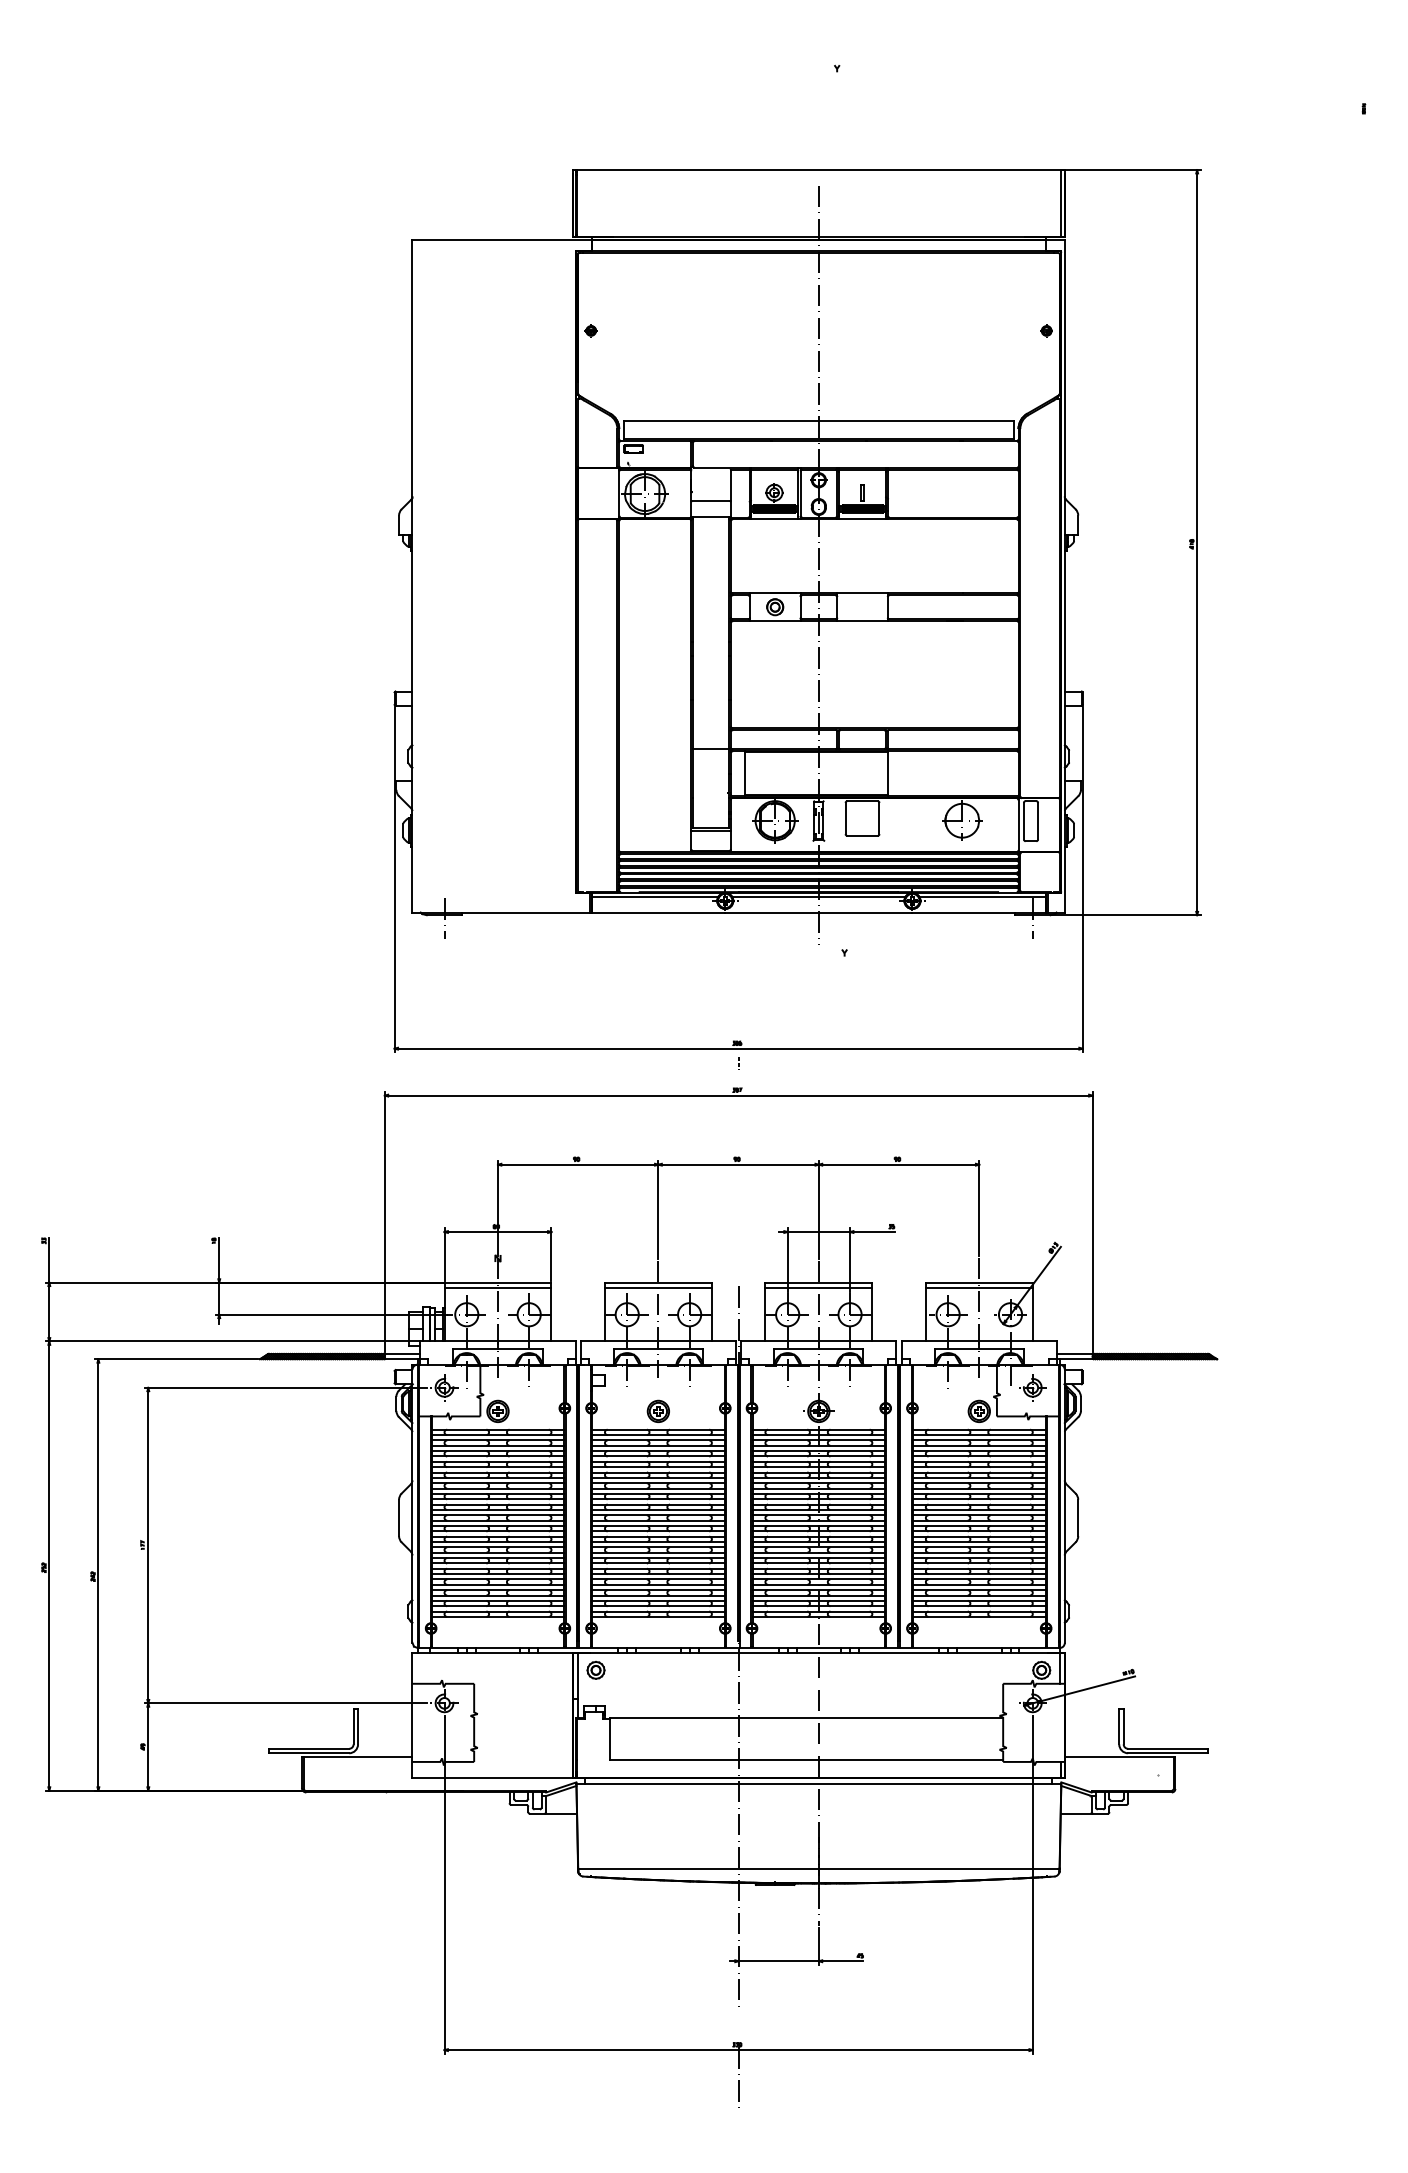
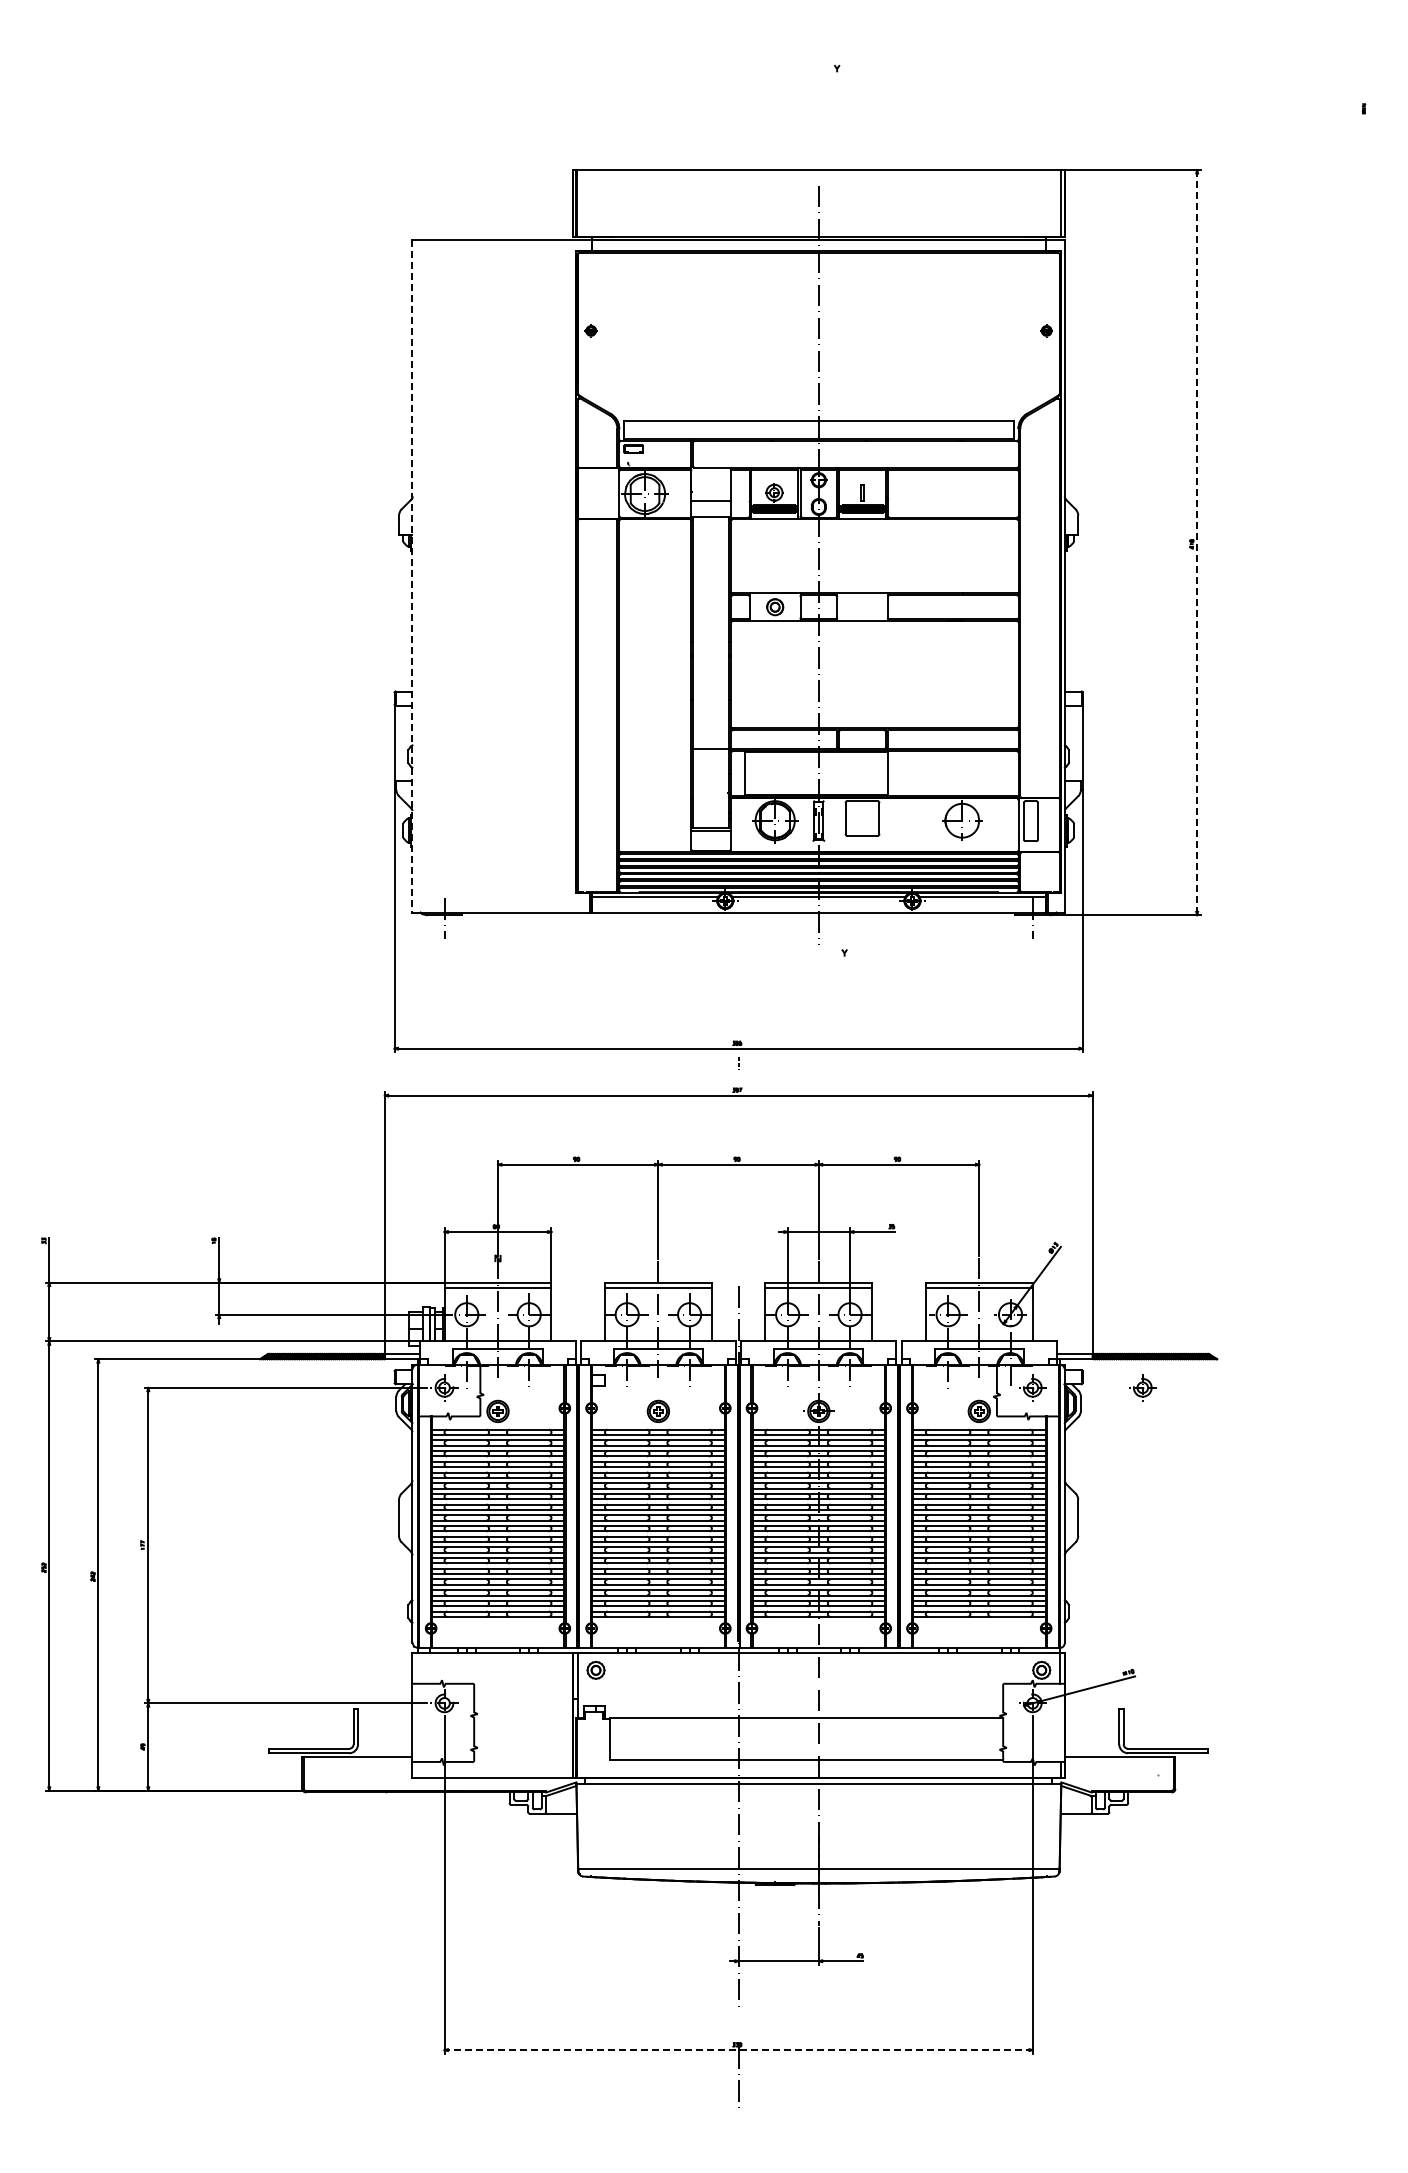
line at (1197, 542): solid -> dashed
line at (412, 576): solid -> dashed
part at (1142, 1387): none -> present
line at (738, 2050): solid -> dashed
